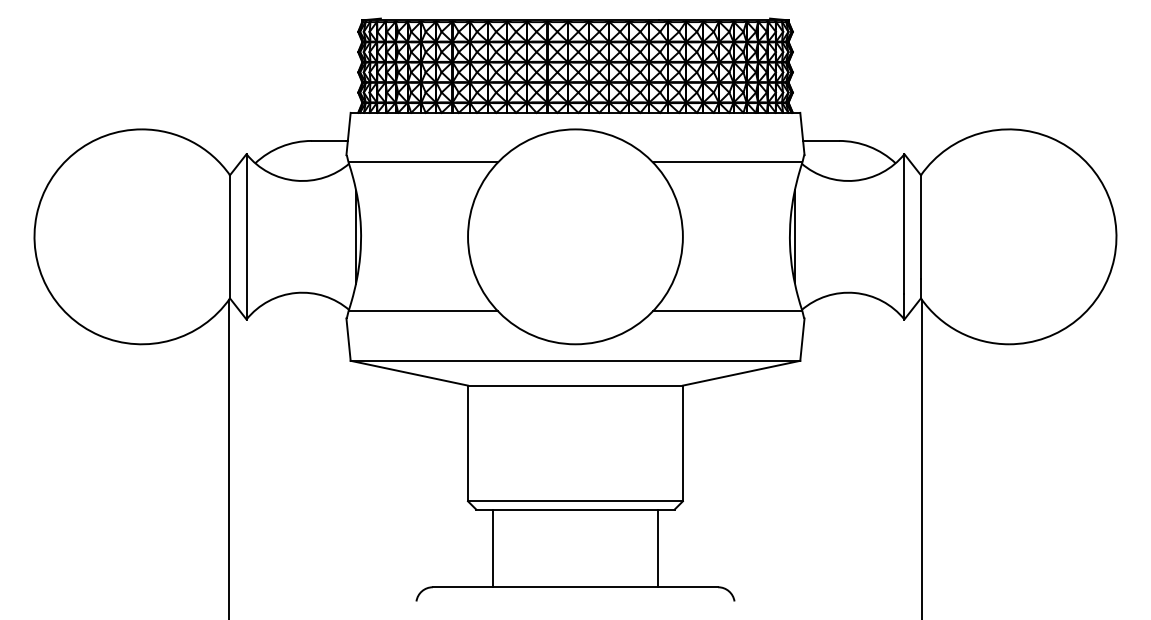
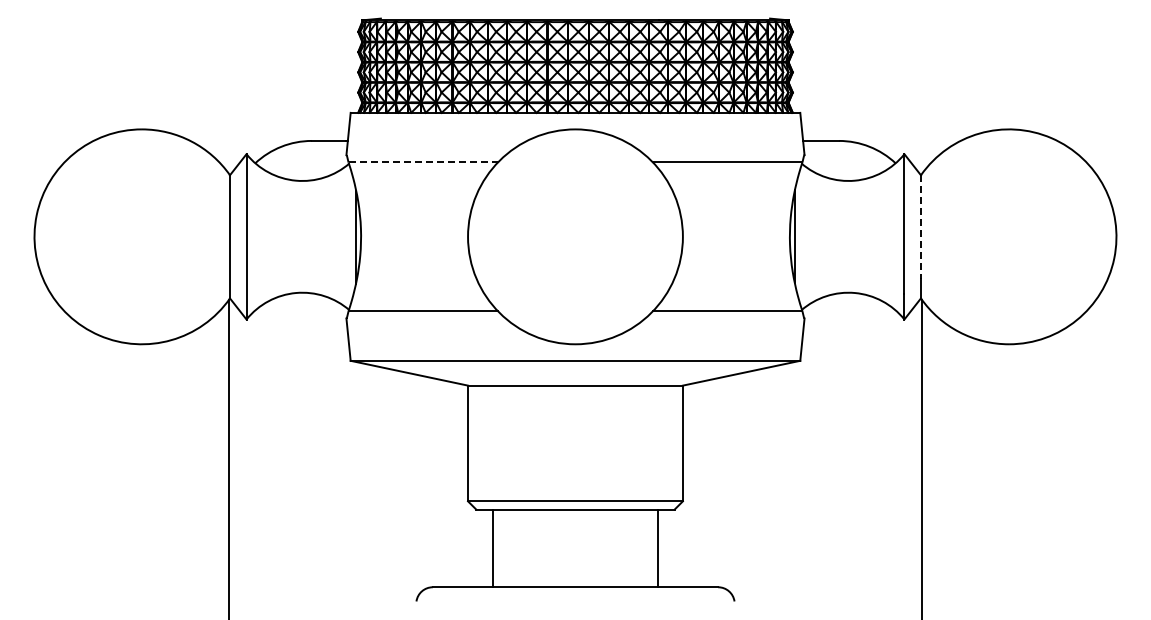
line at (423, 162): solid -> dashed
line at (920, 227): solid -> dashed
